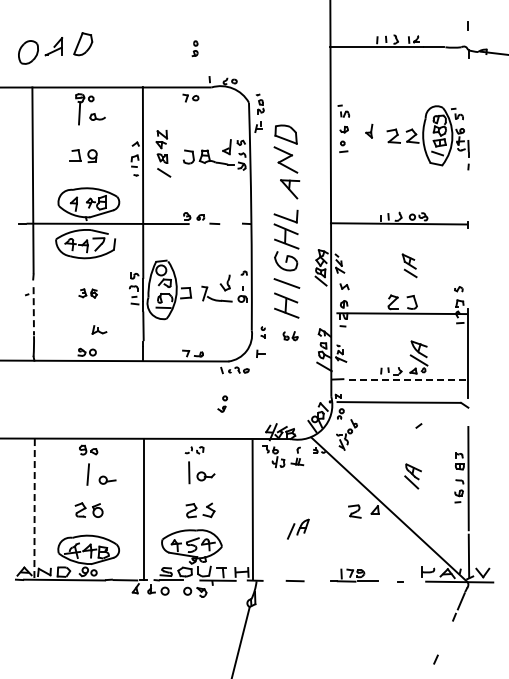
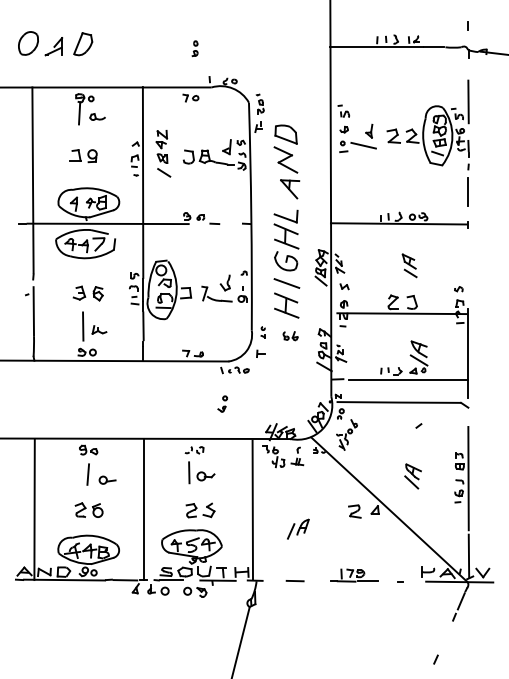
part at (28, 52) position: (28, 52) -> (28, 43)
line at (468, 101): none -> present
line at (363, 145): none -> present
line at (468, 191): none -> present
part at (87, 293) size: 20x11 px -> 32x17 px
line at (33, 311): dashed -> solid
line at (83, 326): none -> present
line at (408, 379): dashed -> solid
line at (34, 509): dashed -> solid
